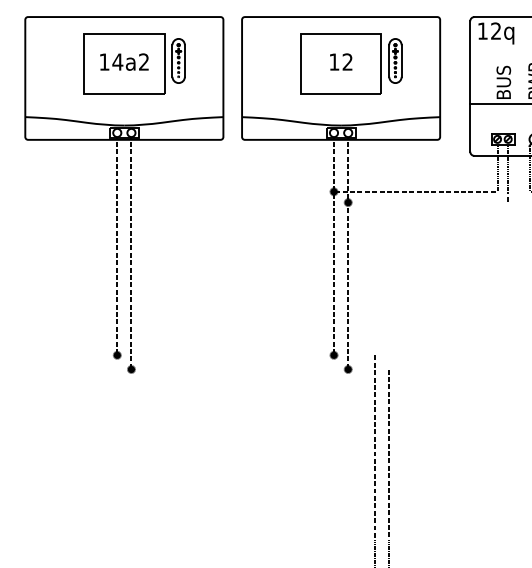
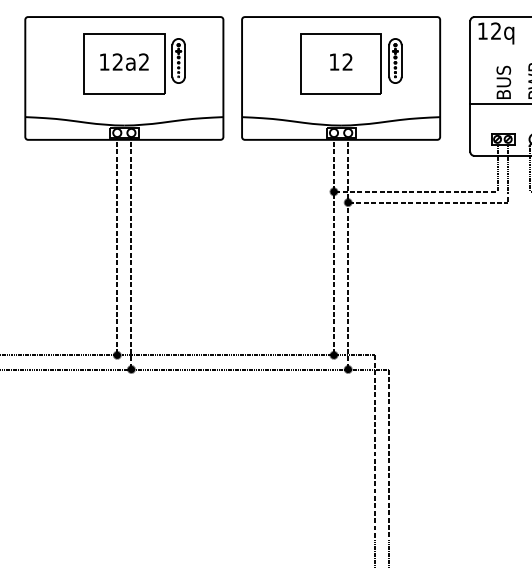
text at (117, 61): 14a2 -> 12a2
line at (428, 202): none -> present
line at (188, 355): none -> present
line at (195, 369): none -> present
